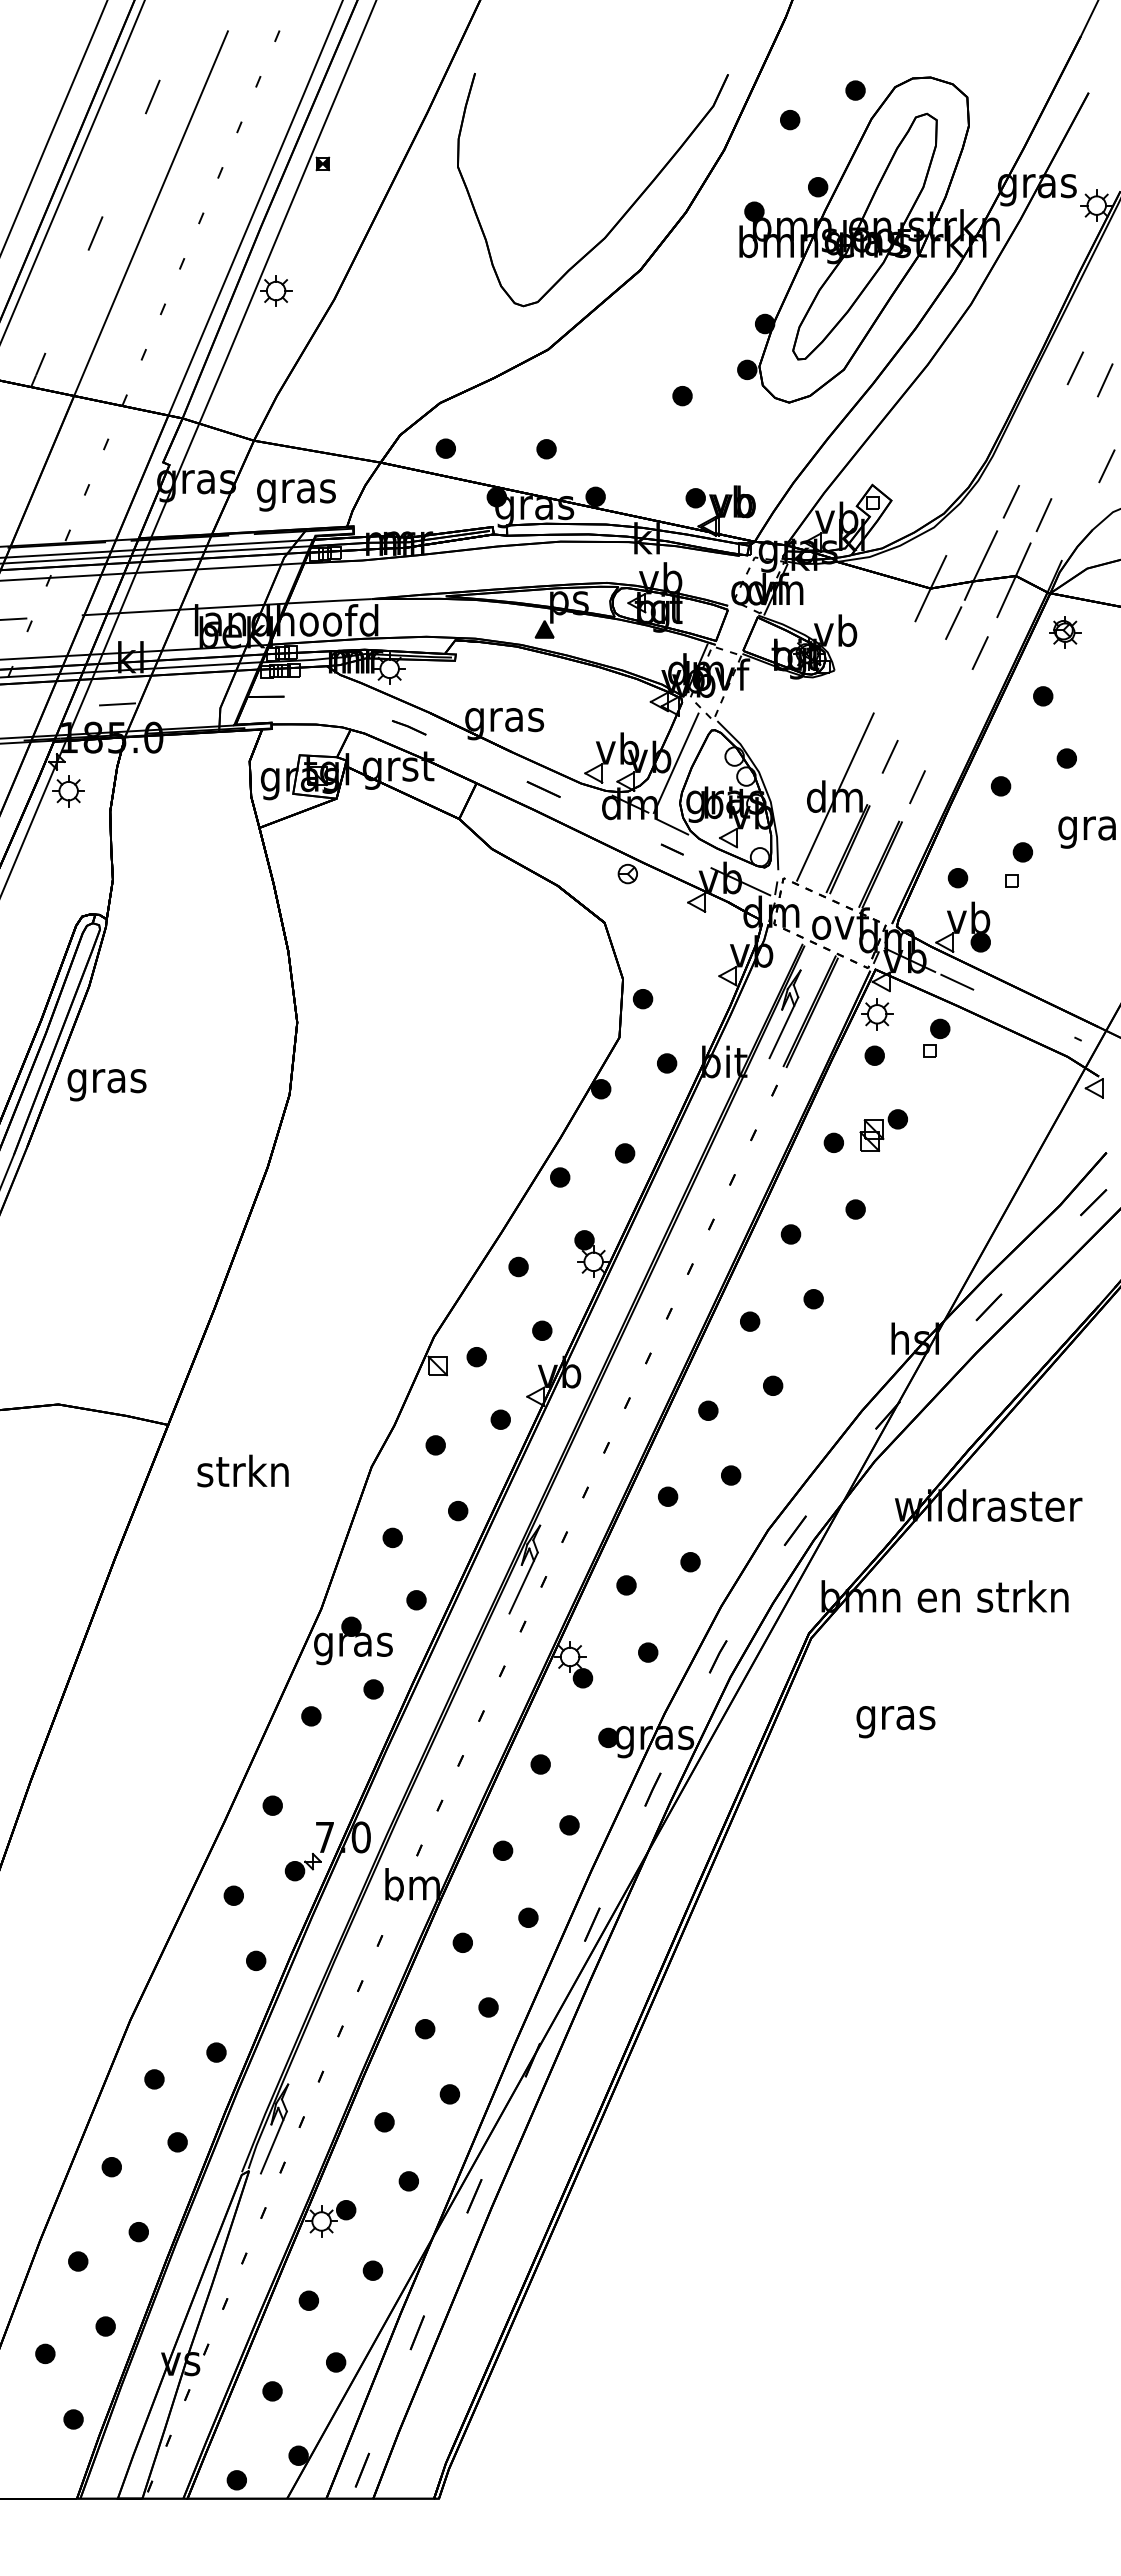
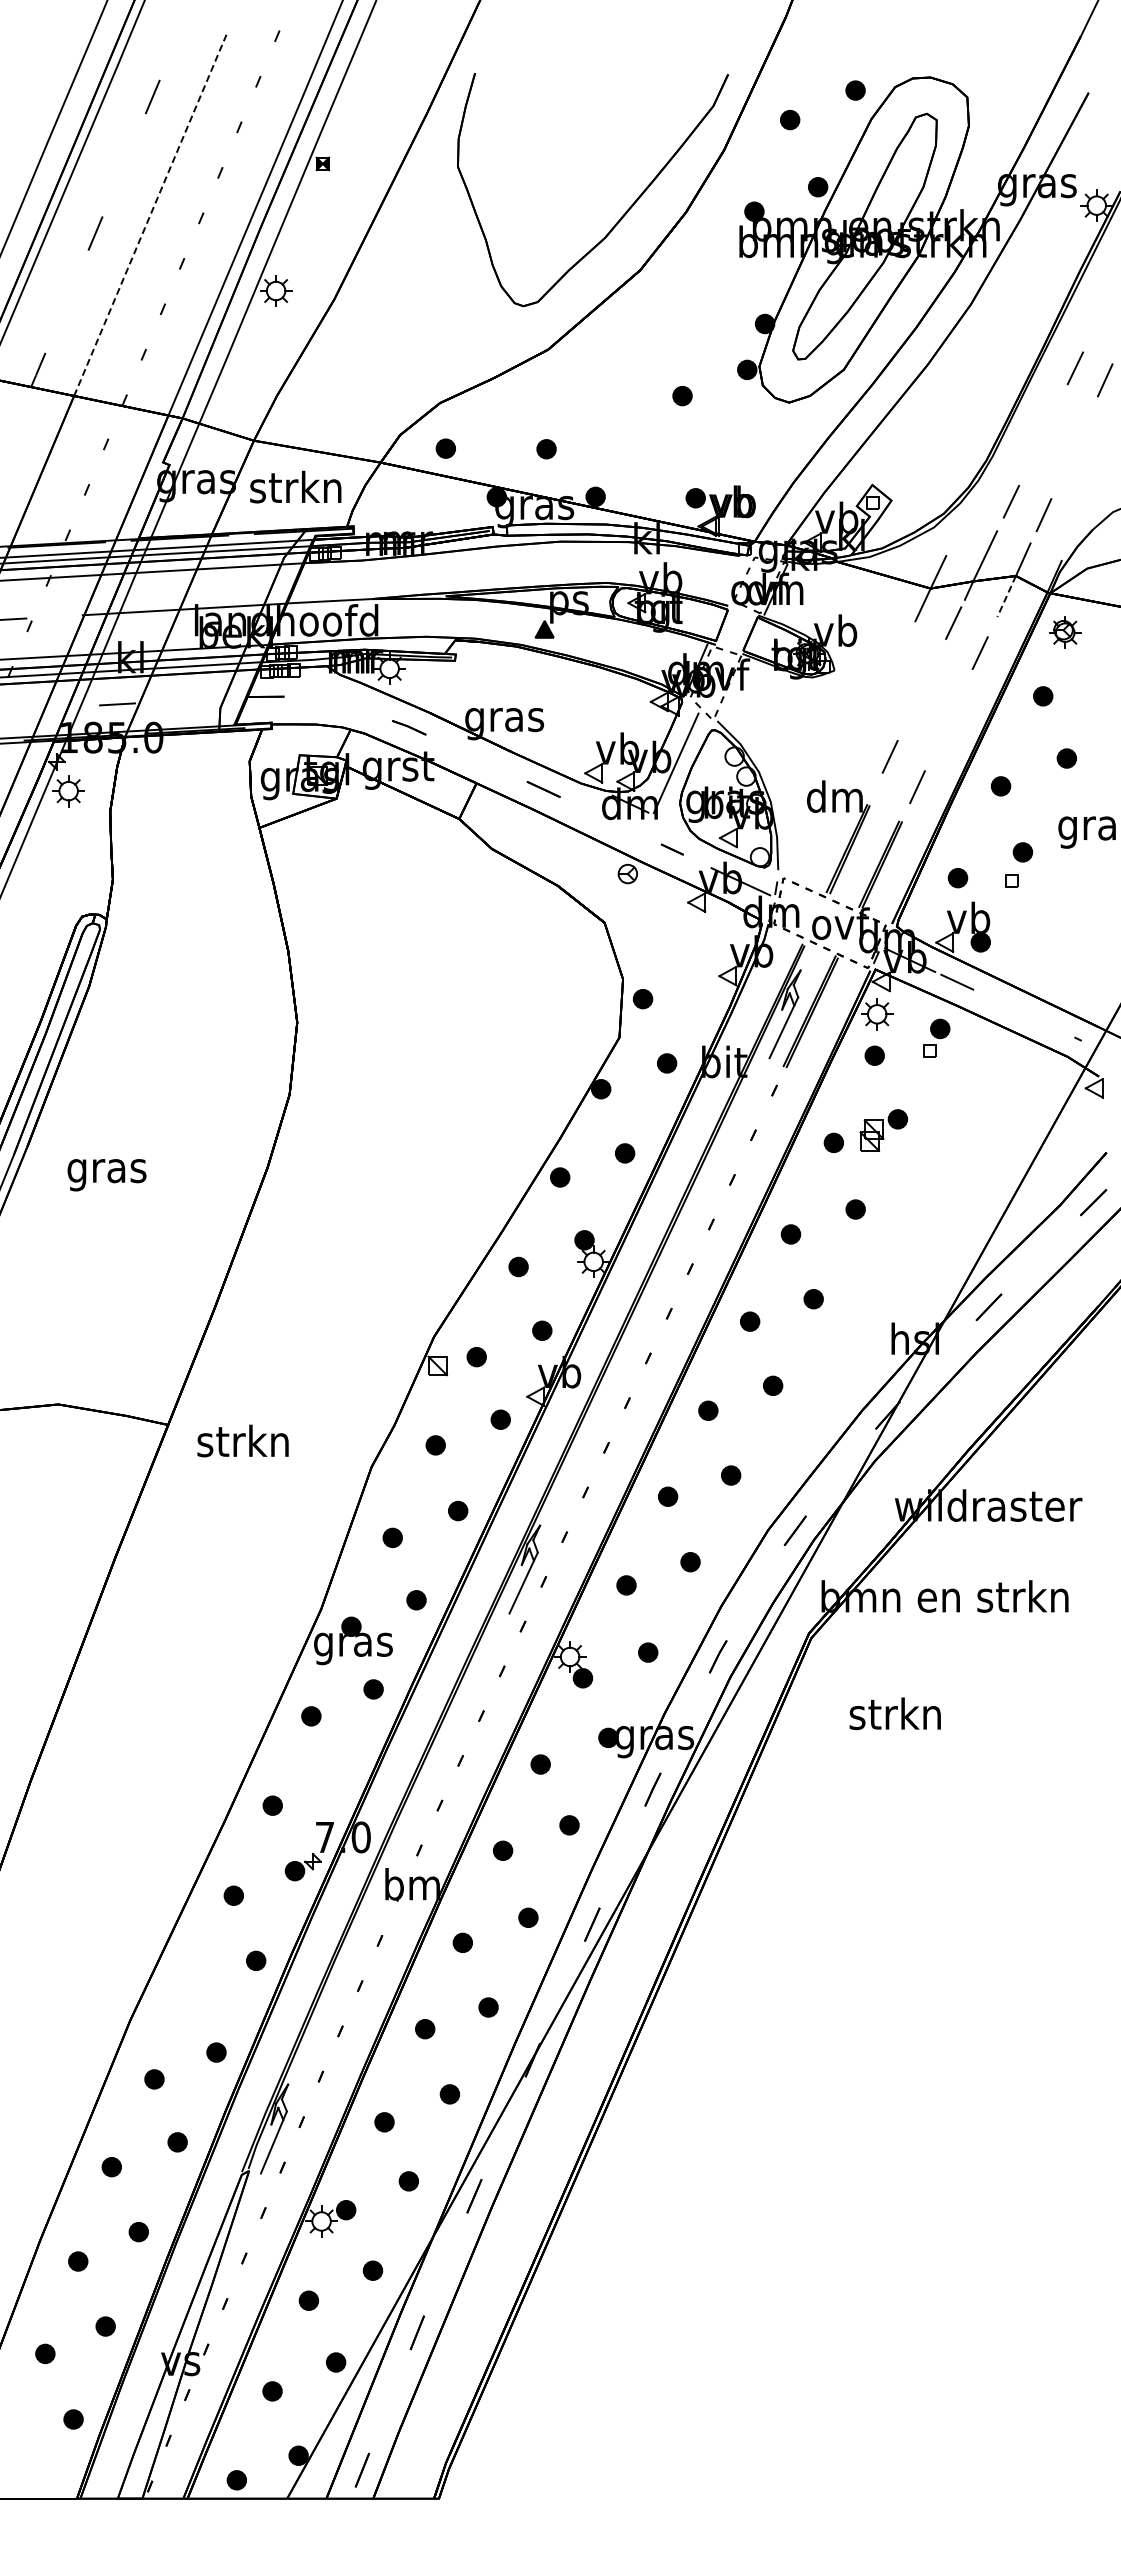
line at (151, 213): solid -> dashed
line at (1106, 466): present -> none
text at (295, 490): gras -> strkn
line at (1006, 596): solid -> dashed
line at (835, 796): present -> none
line at (670, 825): present -> none
text at (106, 1085) position: (106, 1085) -> (106, 1175)
text at (242, 1470) position: (242, 1470) -> (242, 1440)
text at (894, 1717): gras -> strkn
